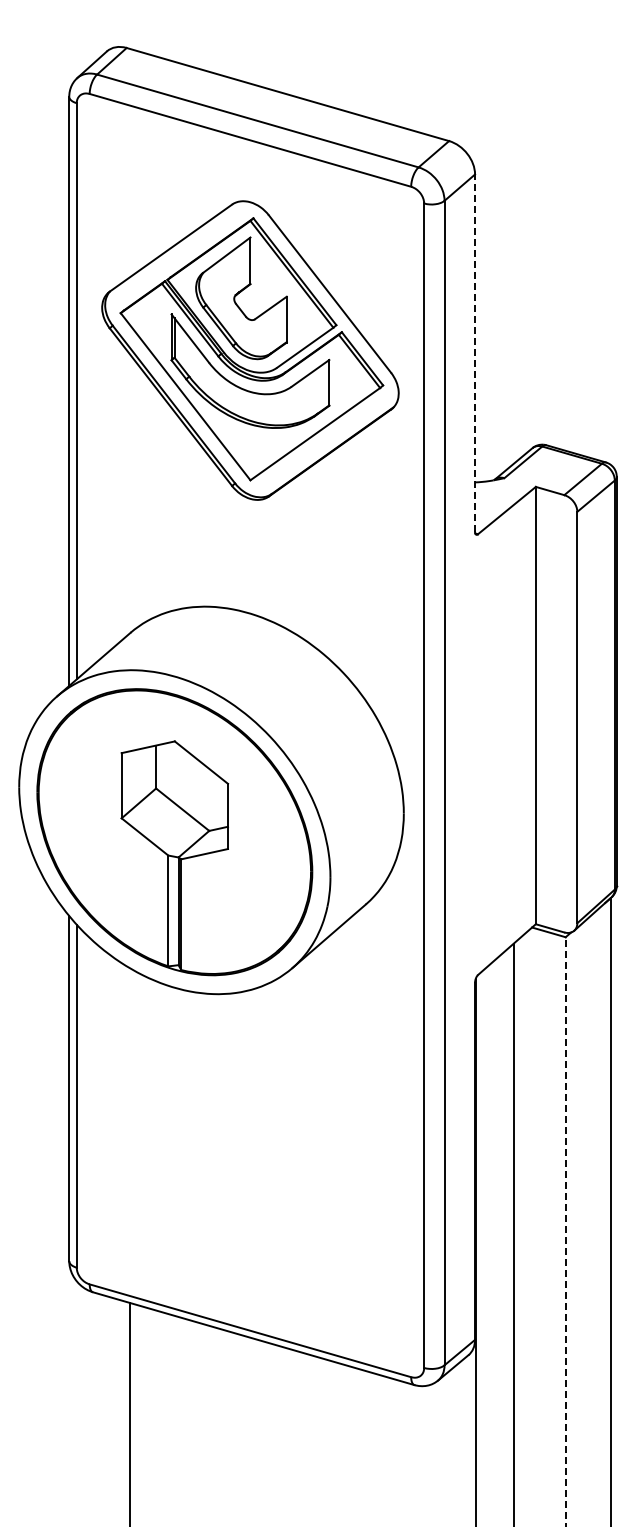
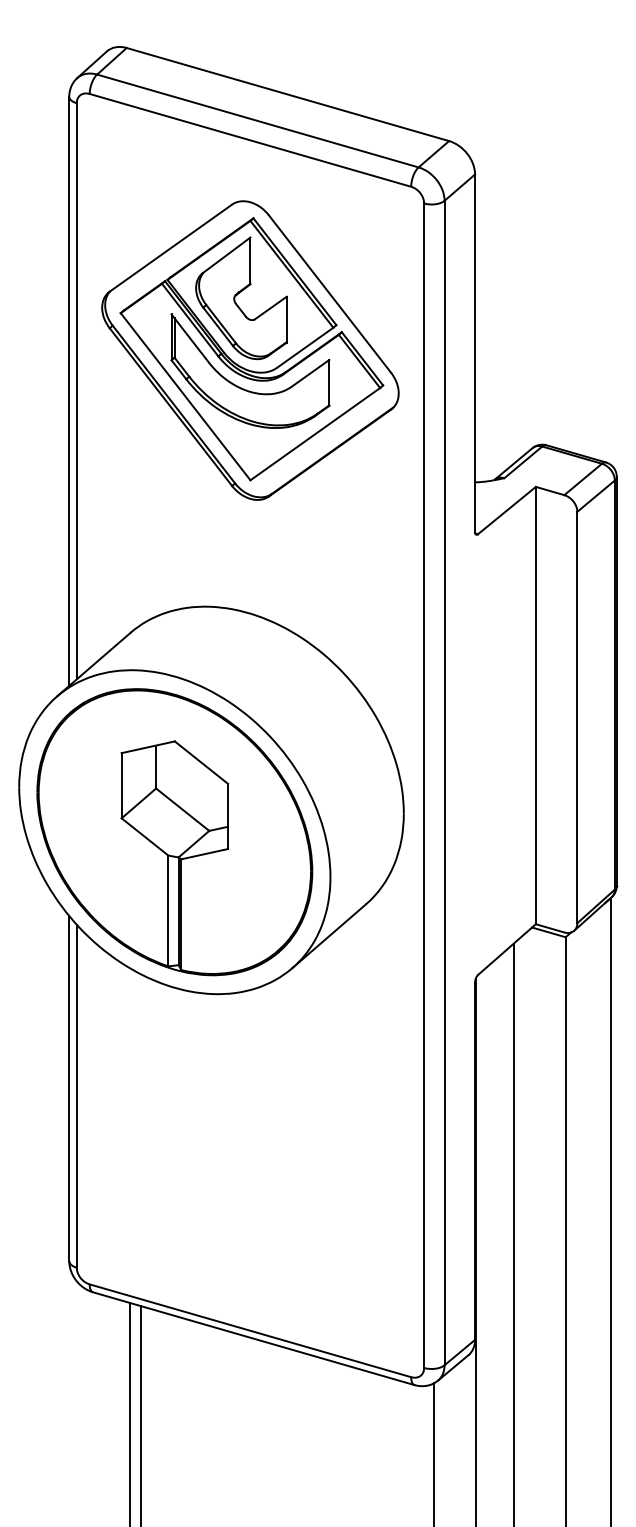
line at (475, 353): dashed -> solid
line at (565, 1231): dashed -> solid
line at (141, 1414): none -> present
line at (434, 1453): none -> present
